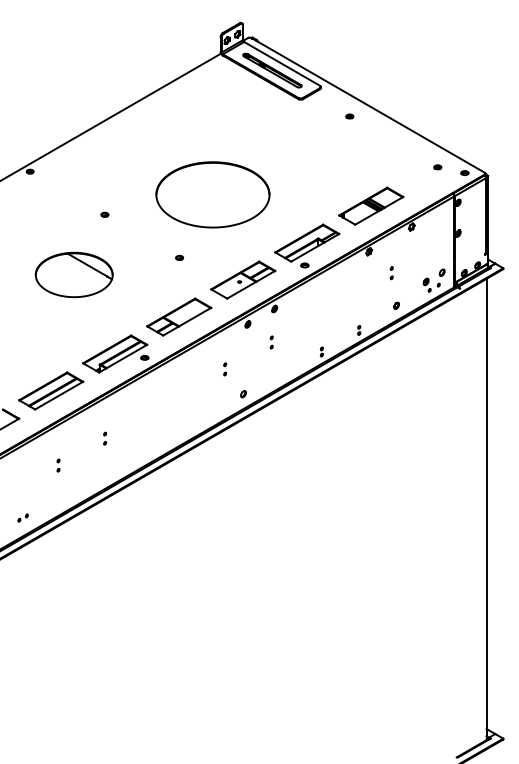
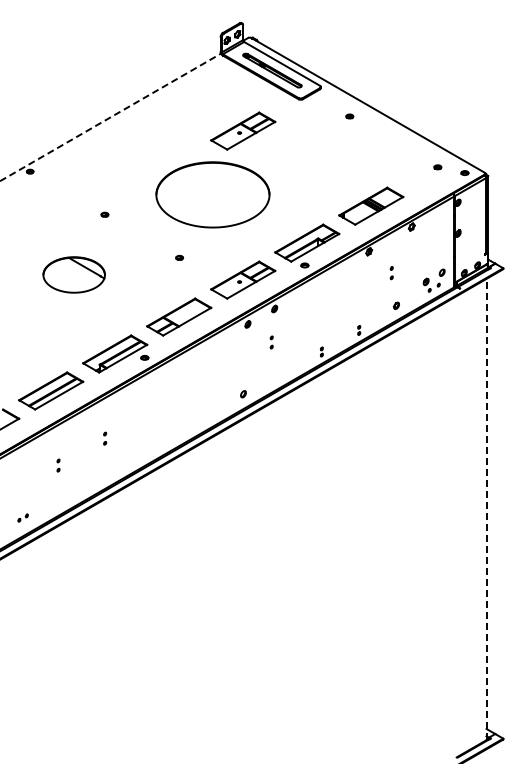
line at (111, 116): solid -> dashed
part at (243, 130): none -> present
part at (73, 274) size: 80x48 px -> 64x38 px
part at (225, 369): present -> none
line at (486, 509): solid -> dashed
